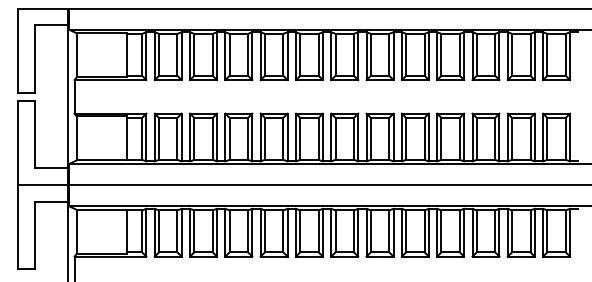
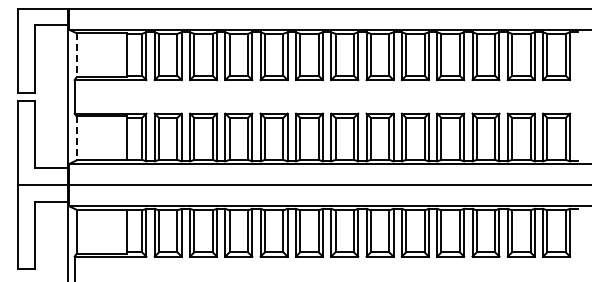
line at (76, 55): solid -> dashed
line at (76, 138): solid -> dashed
